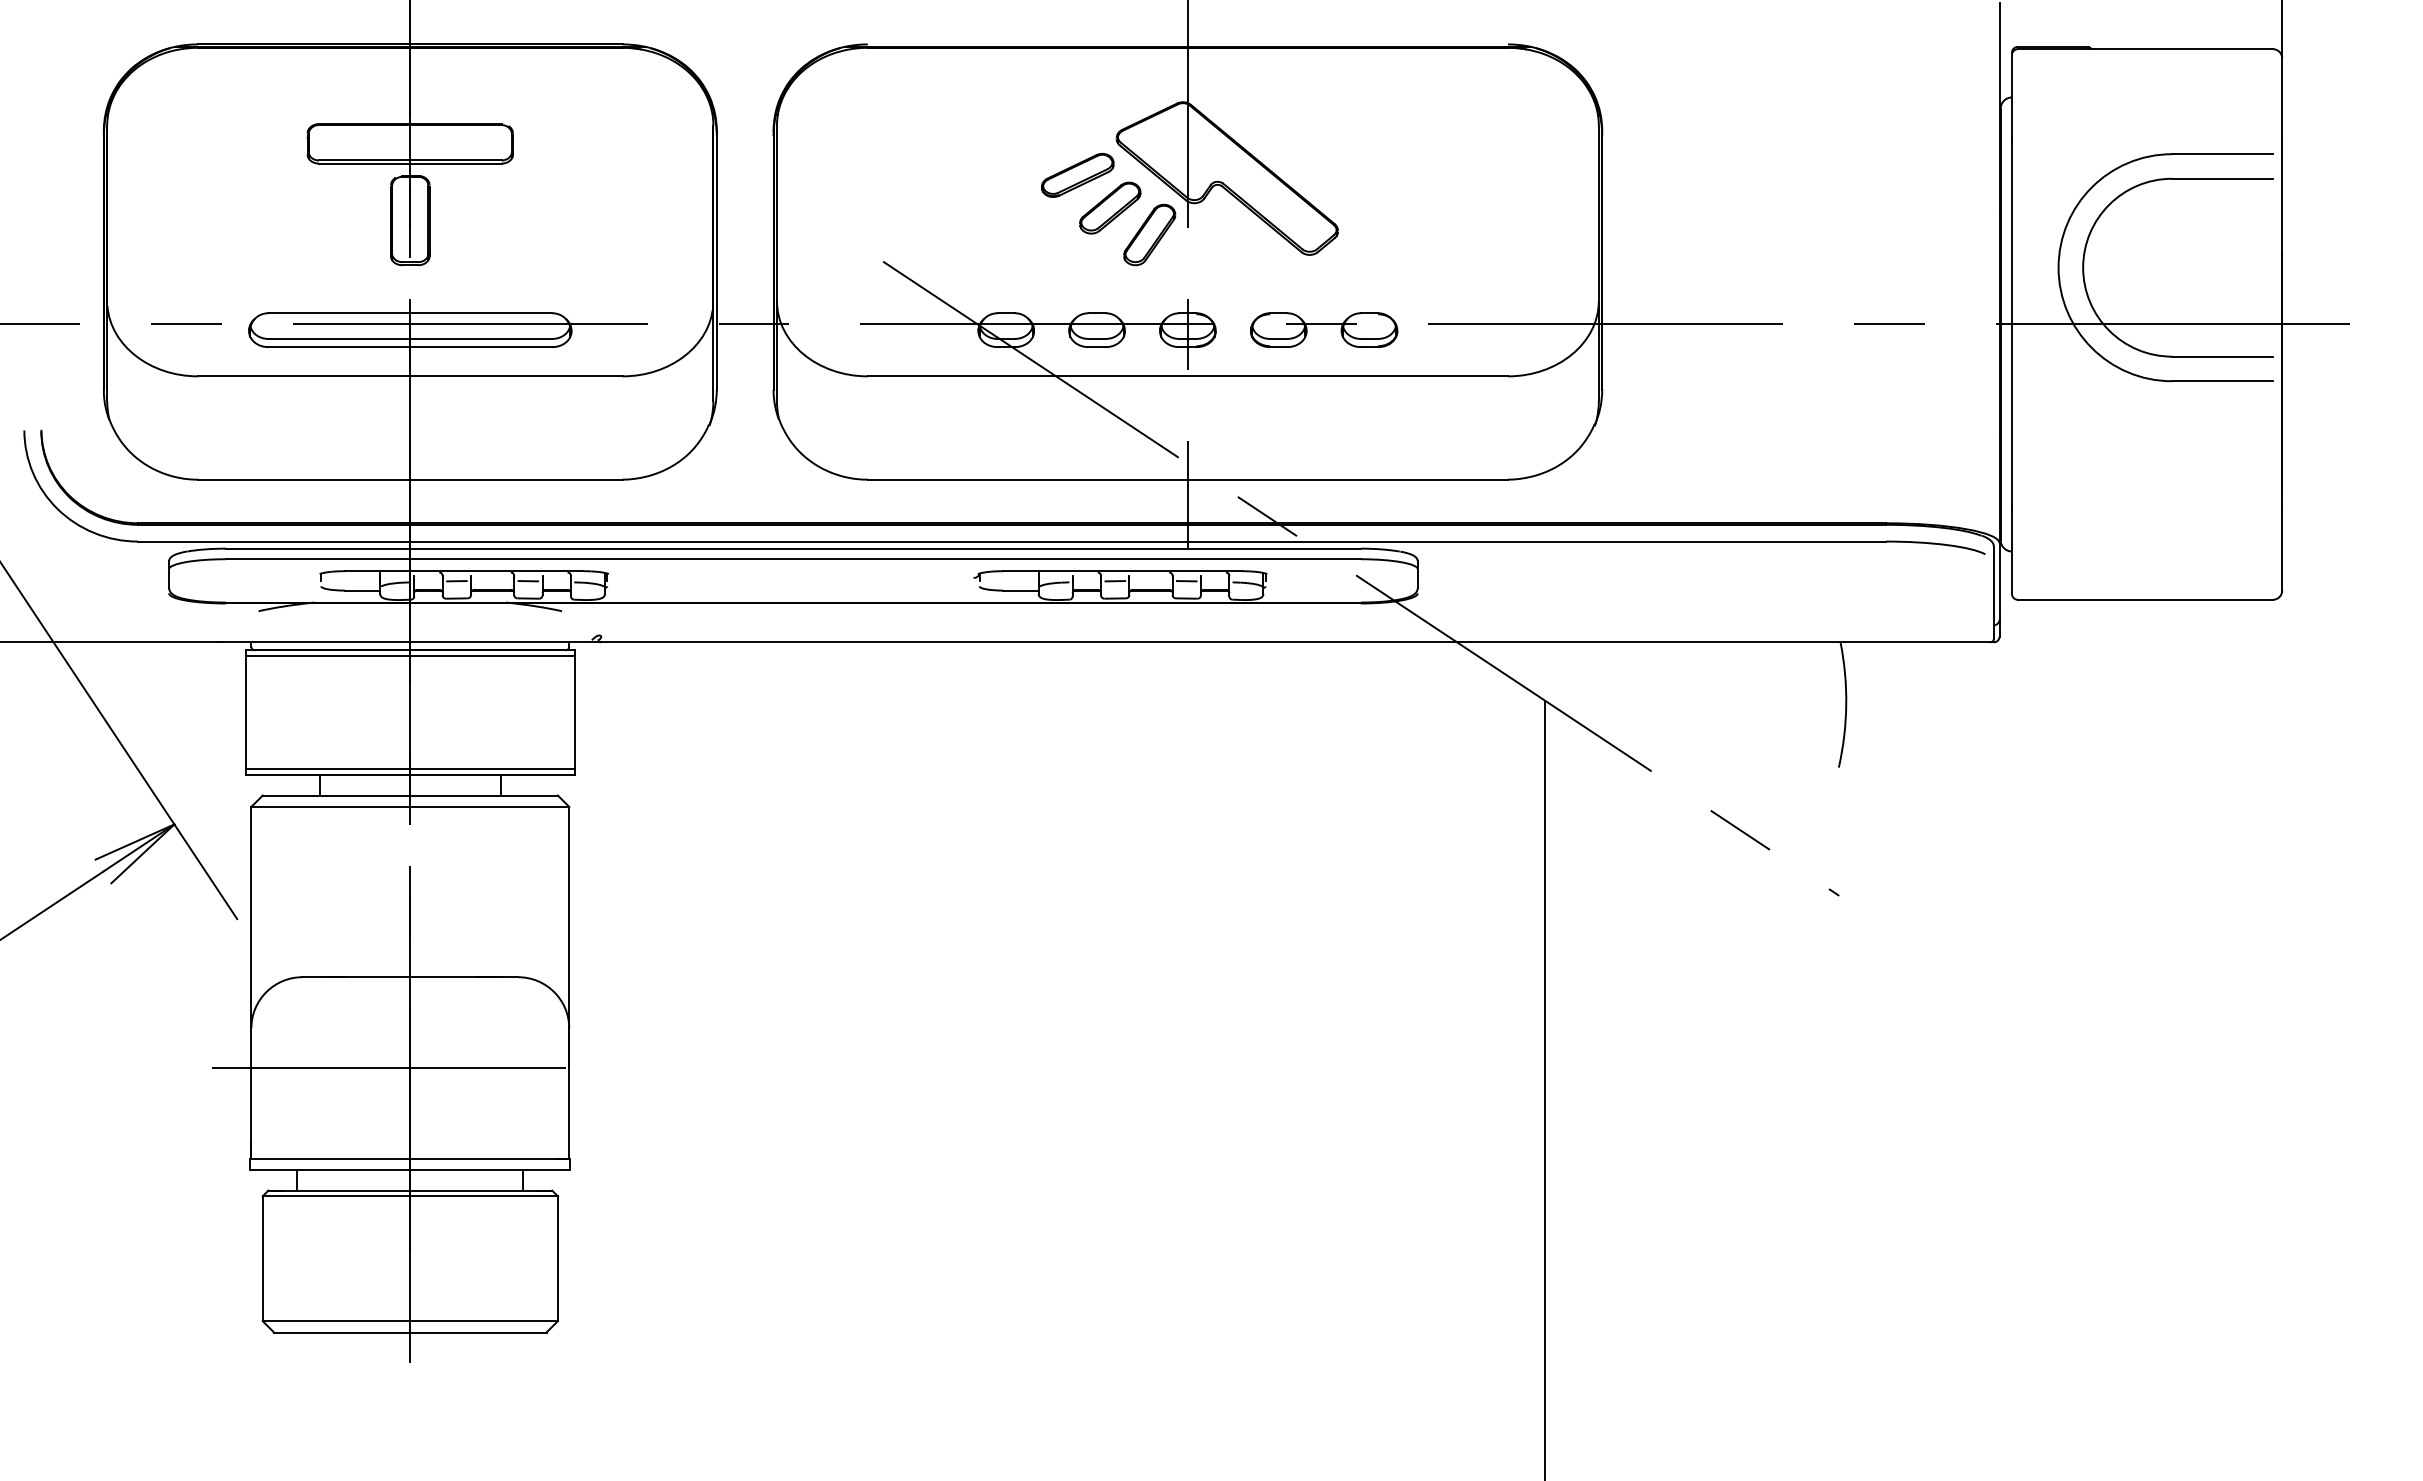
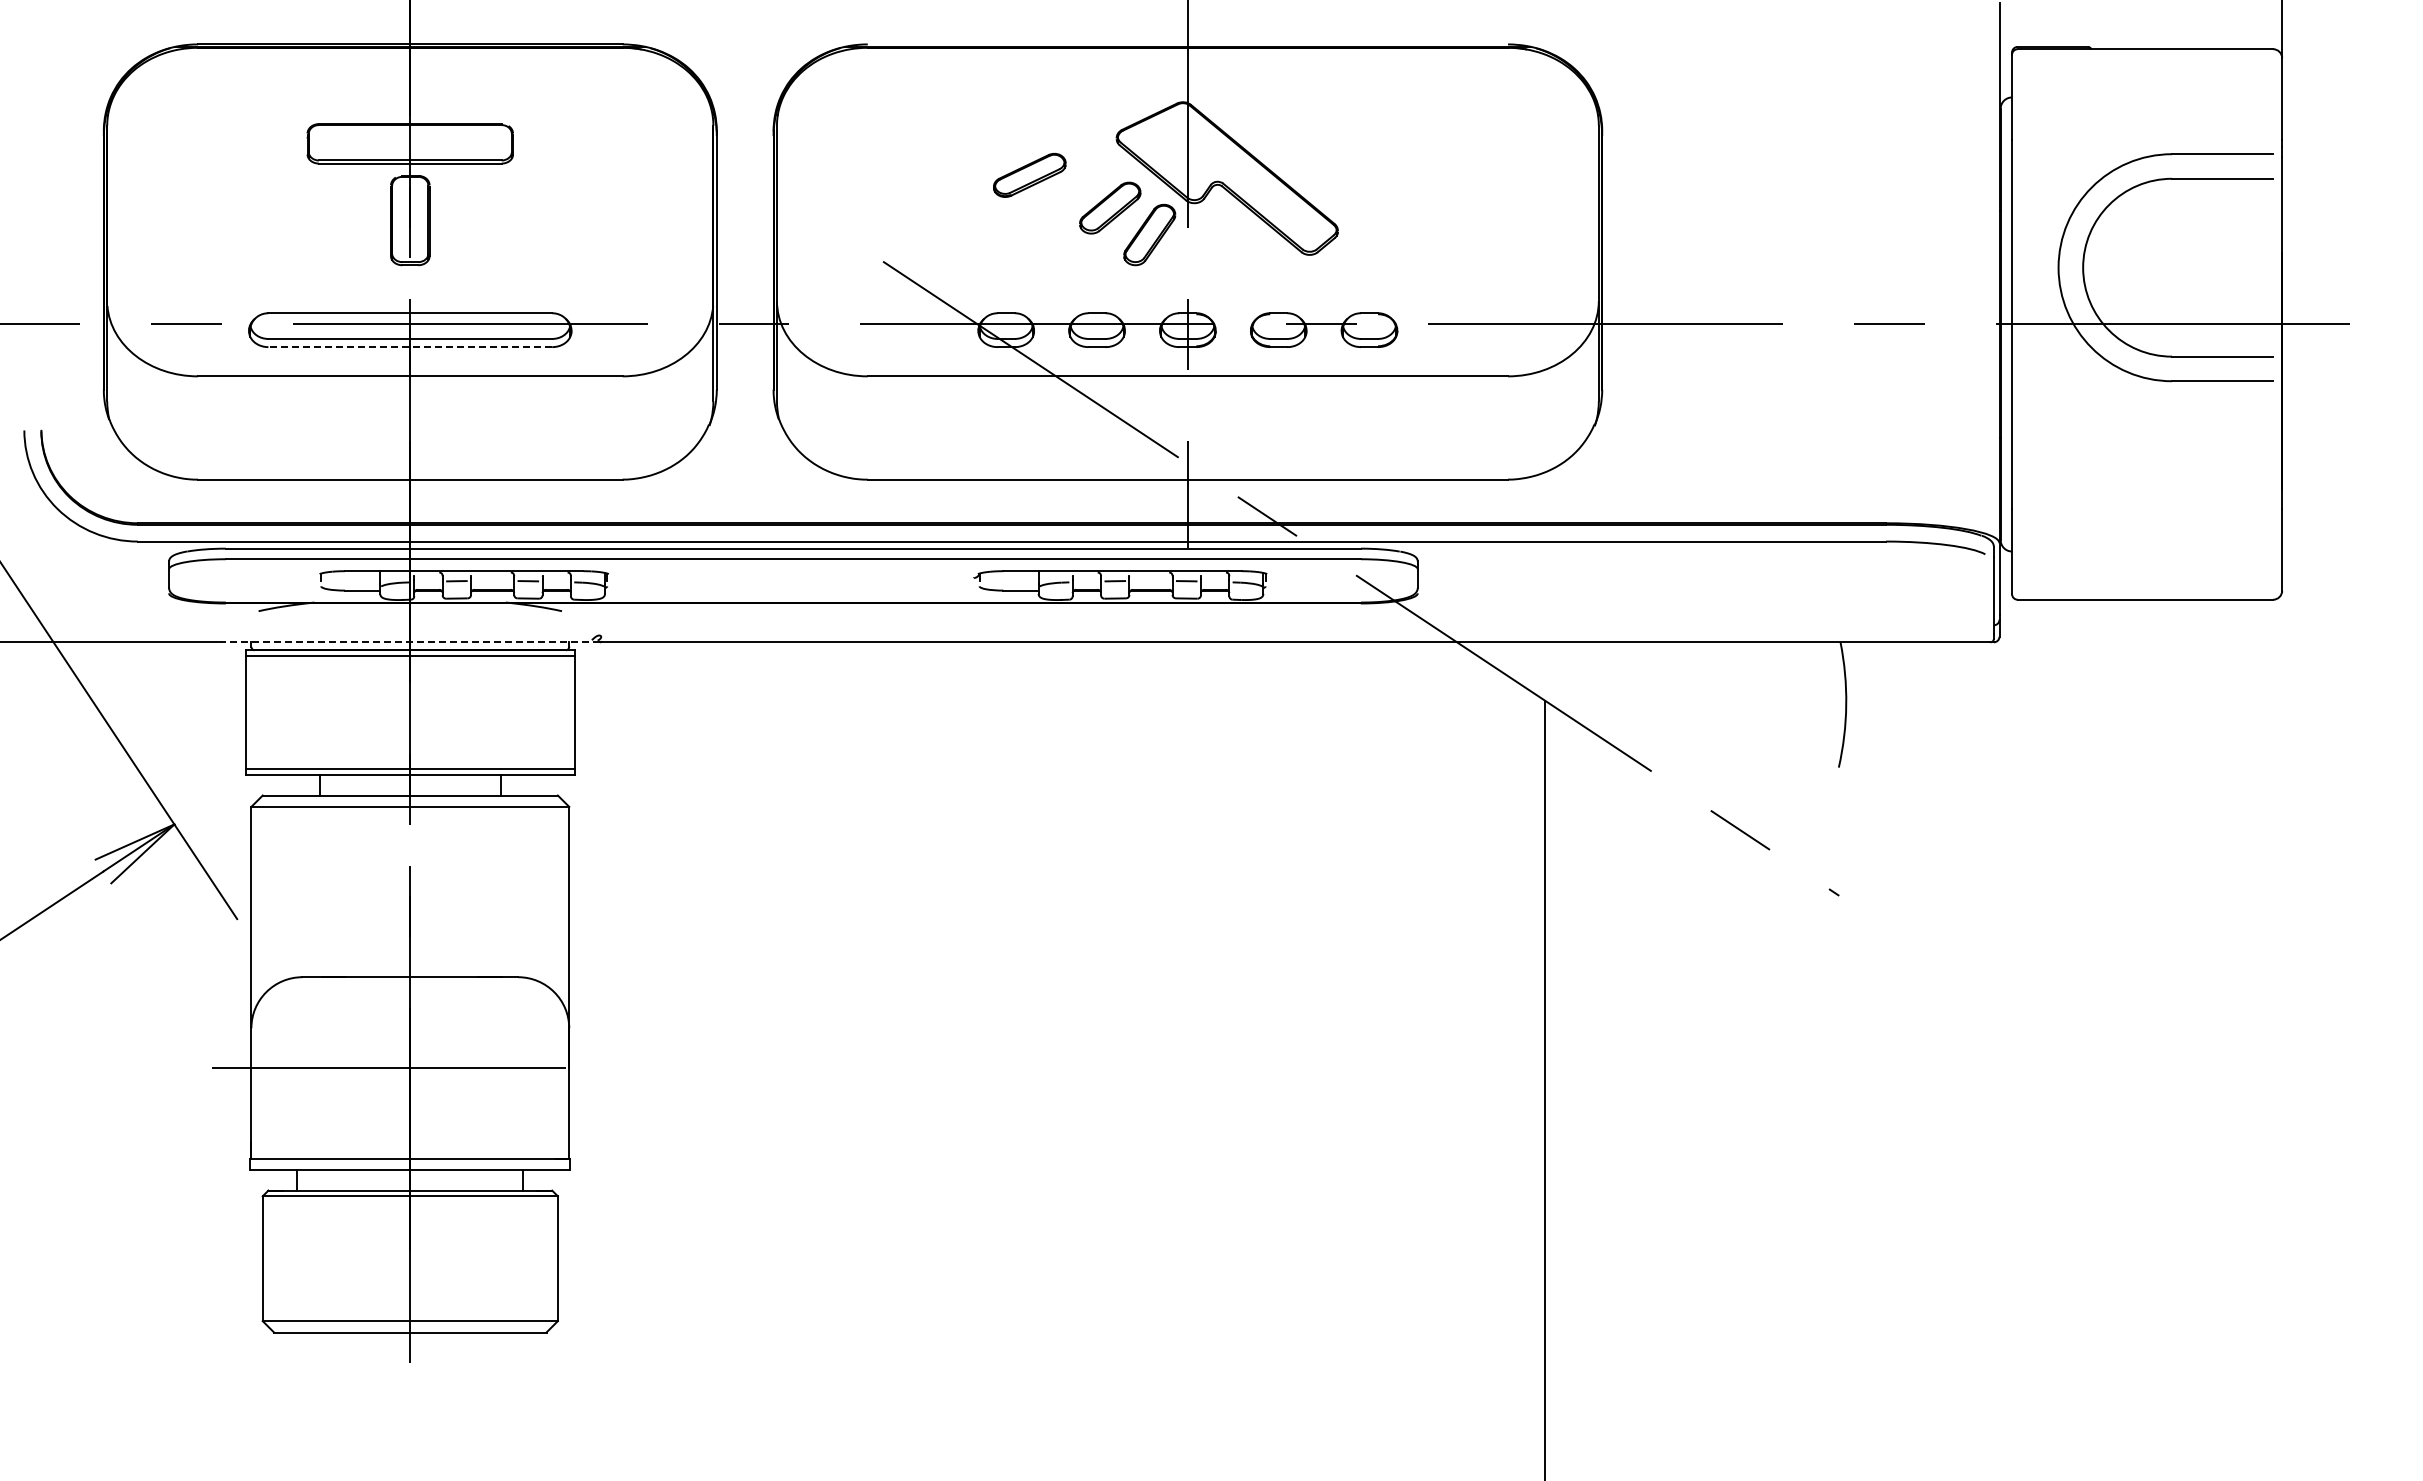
part at (1077, 175) position: (1077, 175) -> (1029, 175)
line at (410, 347): solid -> dashed
line at (410, 642): solid -> dashed
